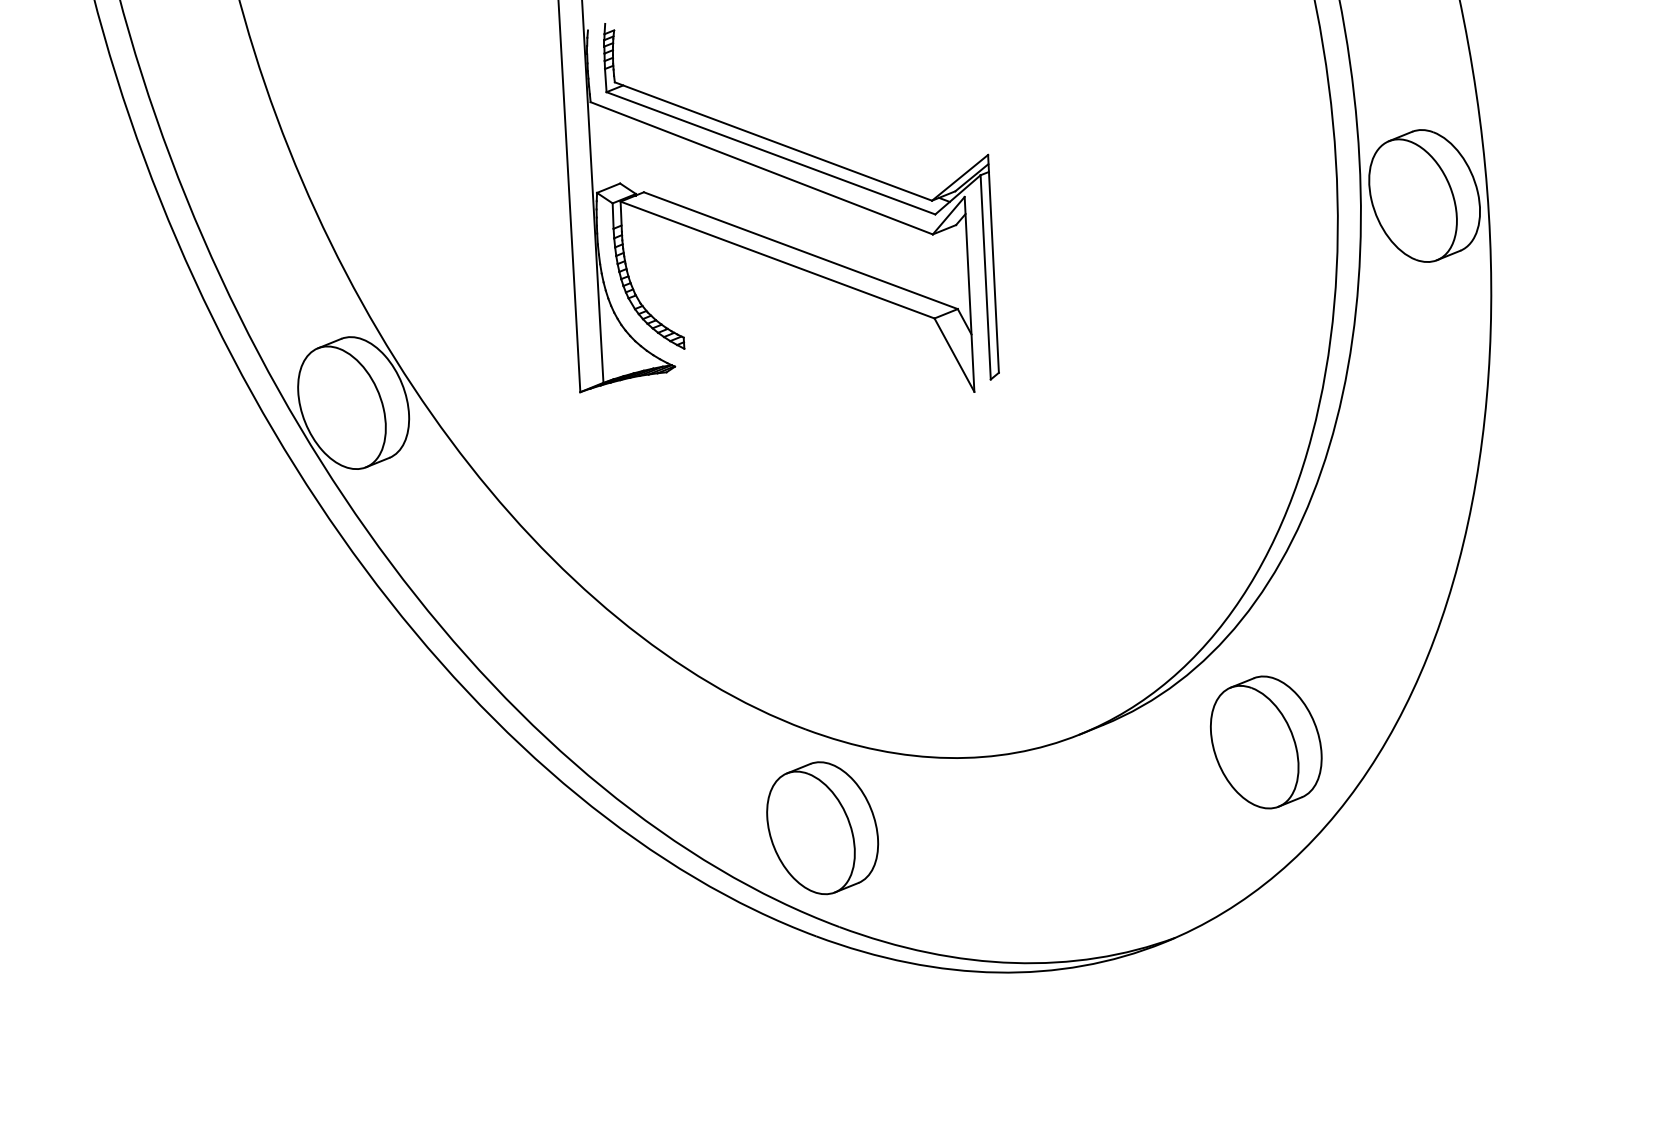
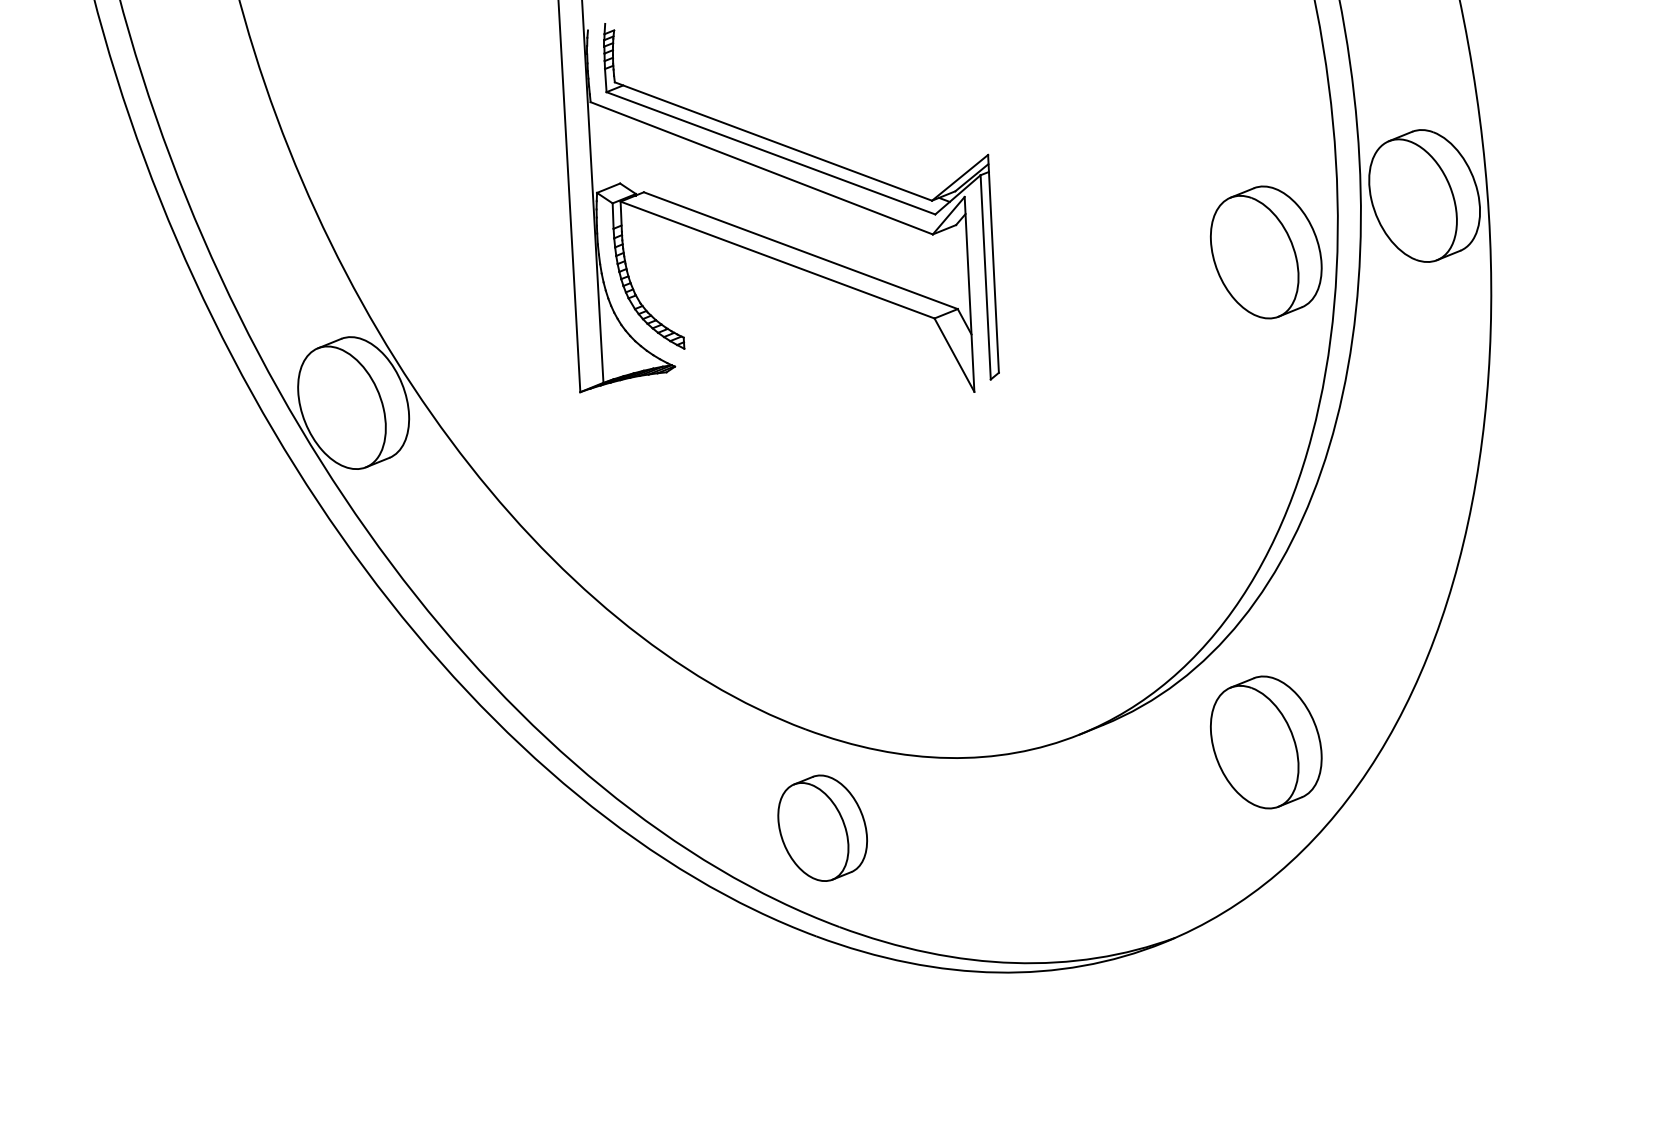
part at (1265, 252): none -> present
part at (822, 828) size: 114x135 px -> 91x108 px
